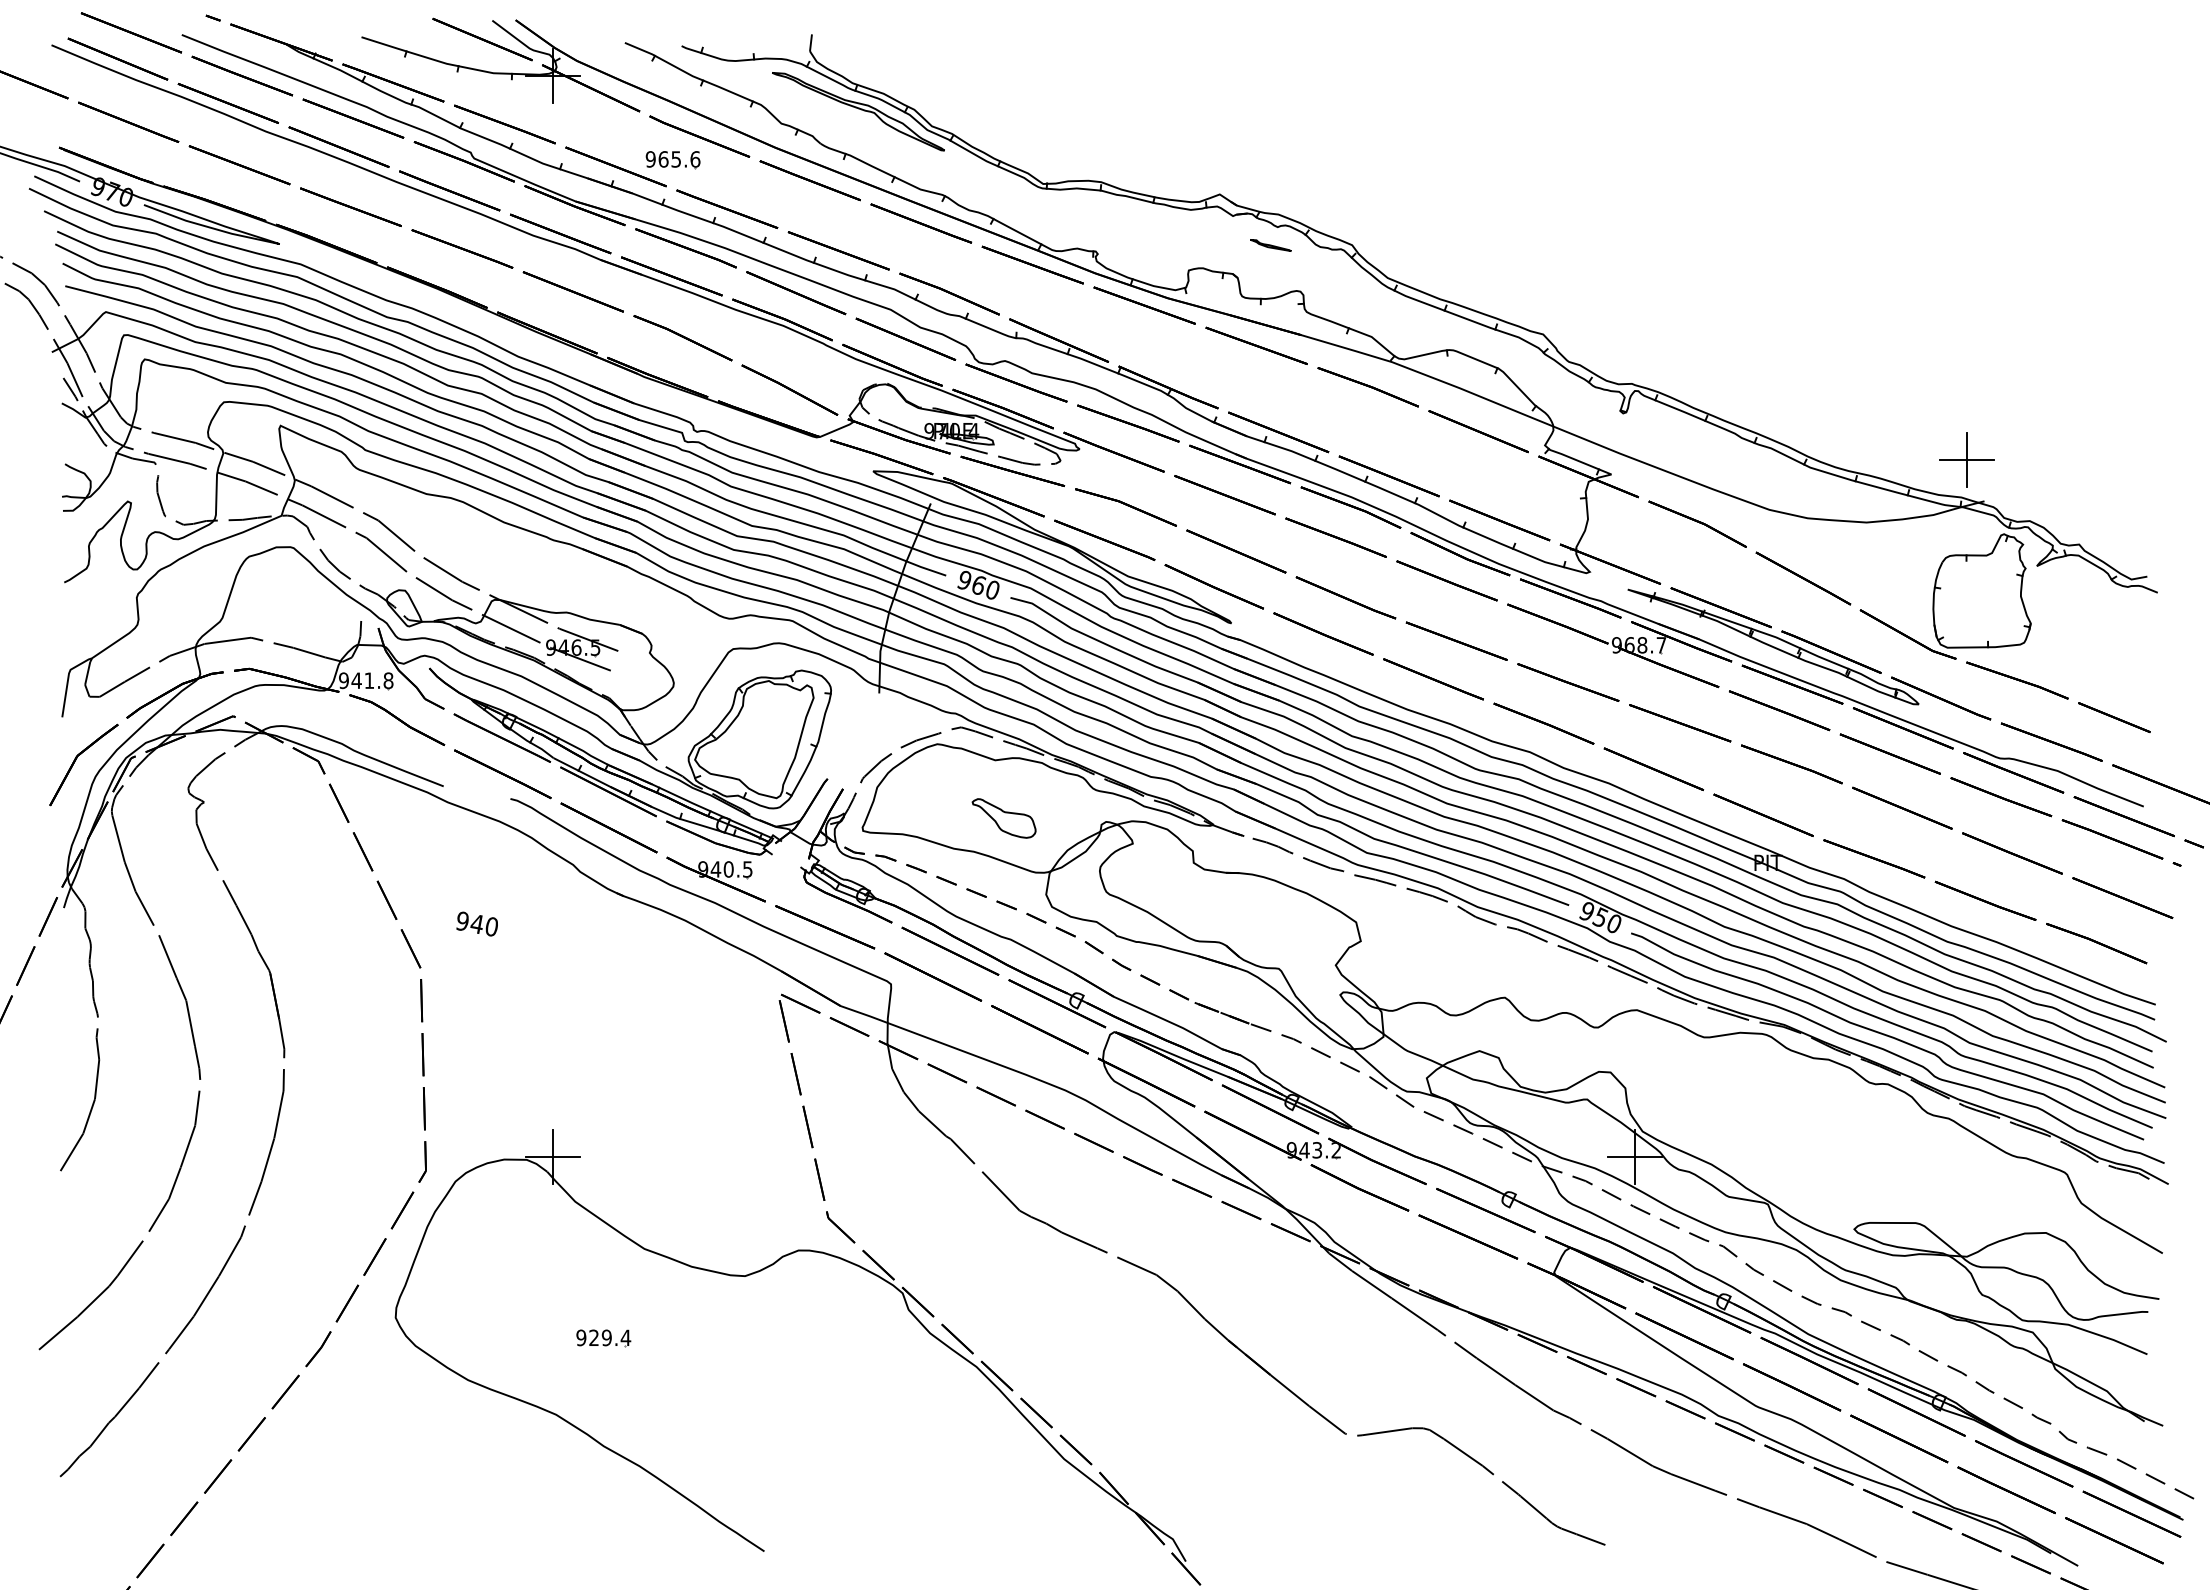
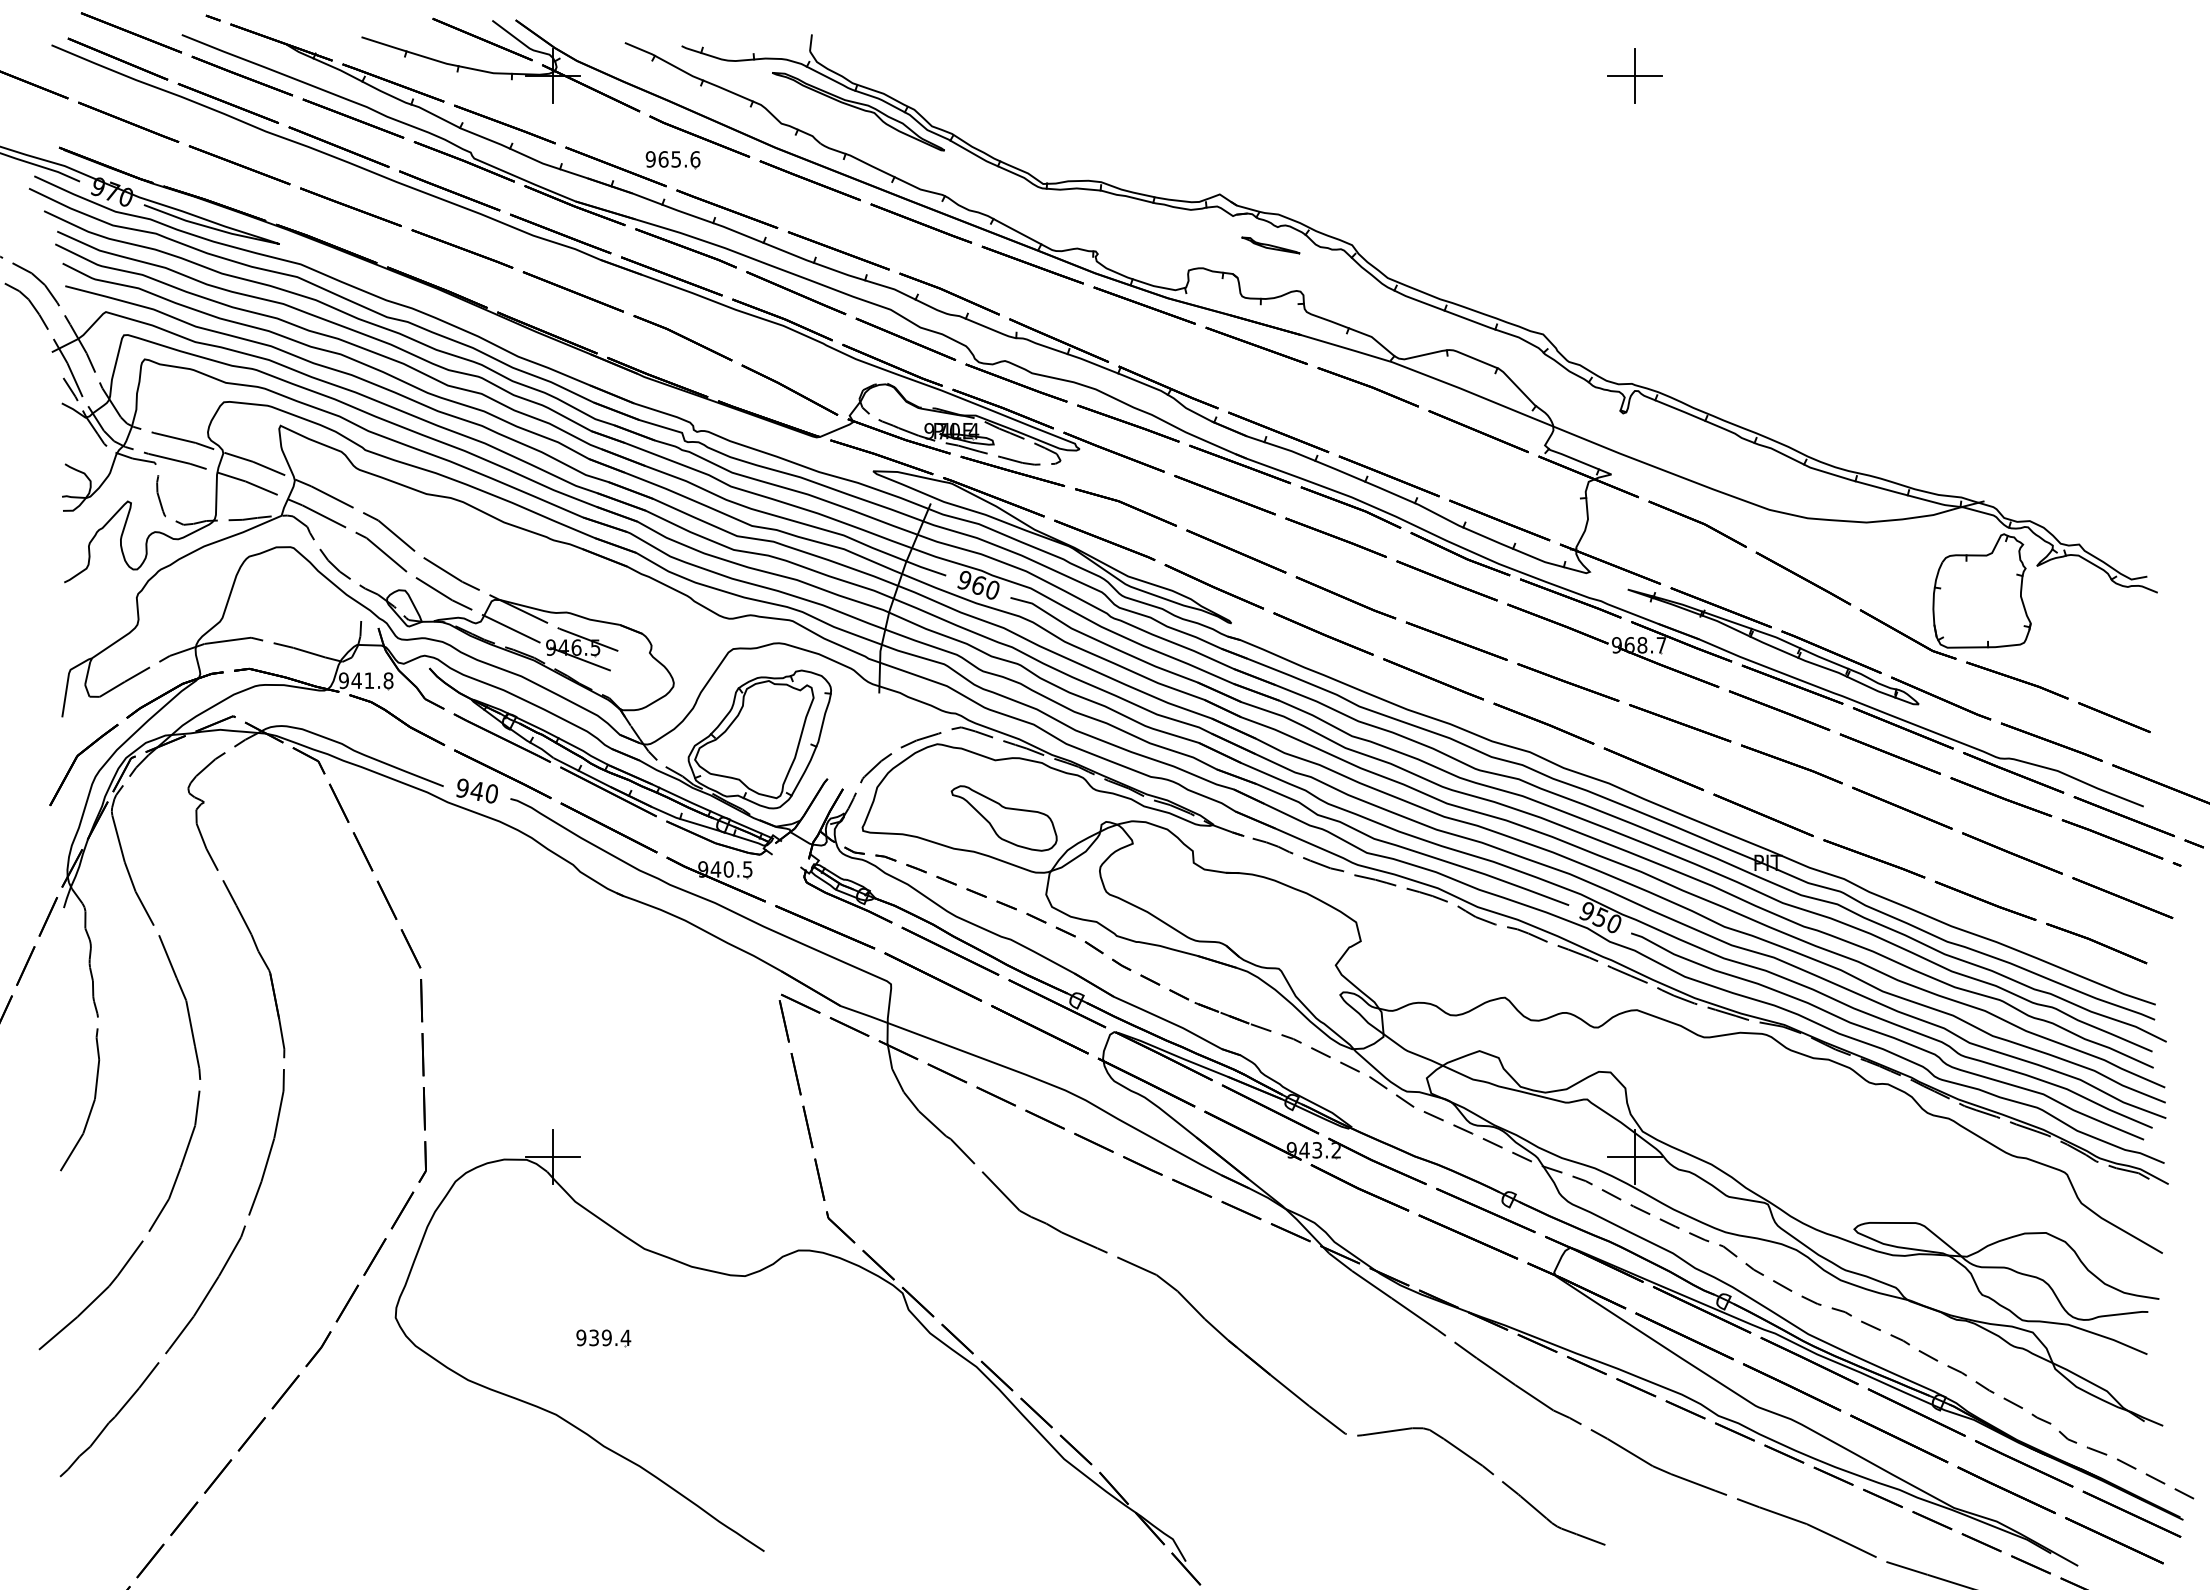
part at (1270, 245) size: 42x13 px -> 60x19 px
part at (1966, 459) position: (1966, 459) -> (1634, 75)
part at (1003, 818) size: 66x41 px -> 108x67 px
text at (476, 923) position: (476, 923) -> (476, 790)
text at (593, 1338): 929.4 -> 939.4
